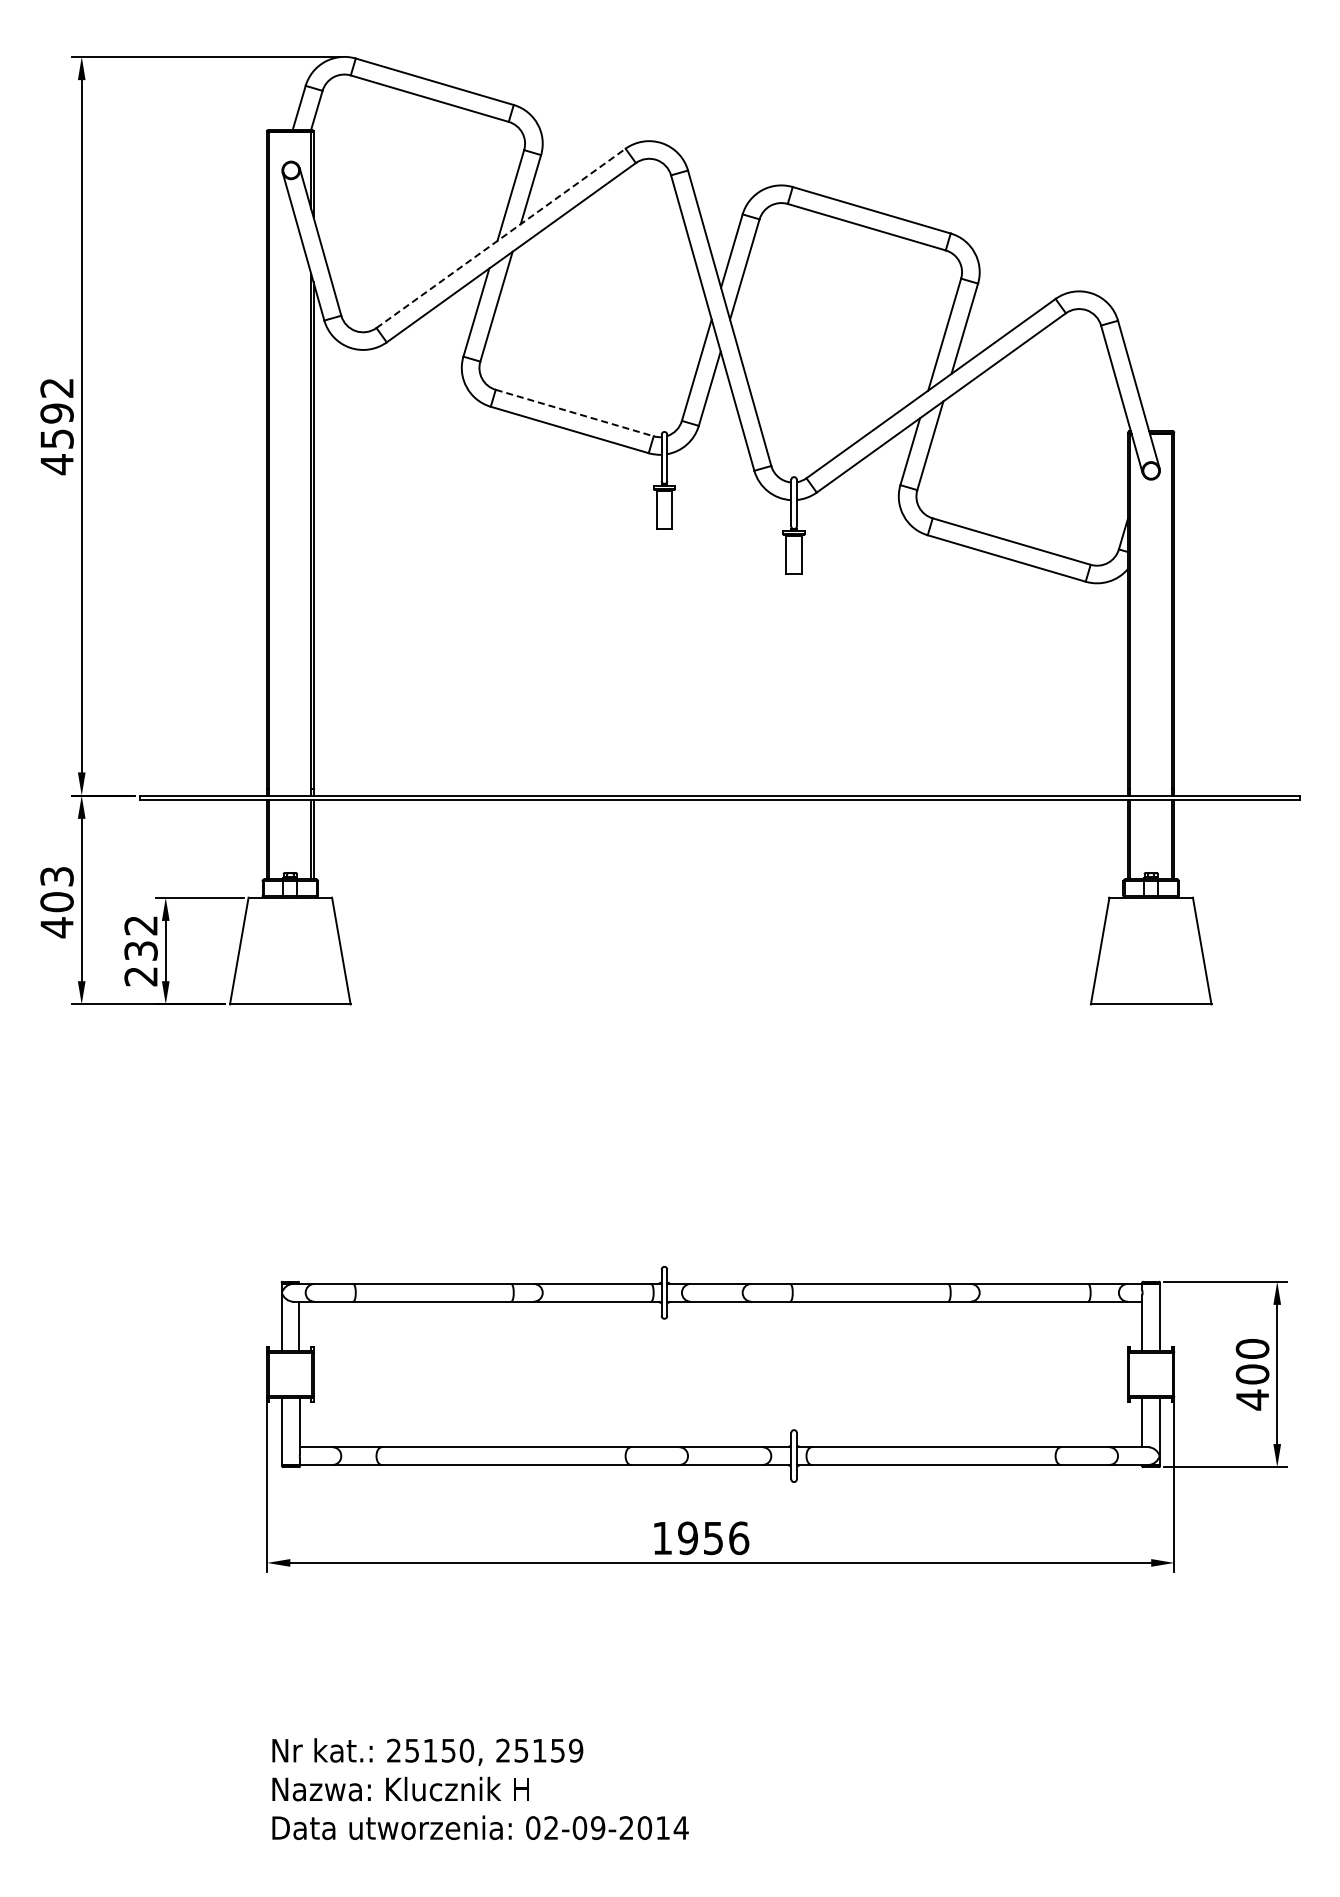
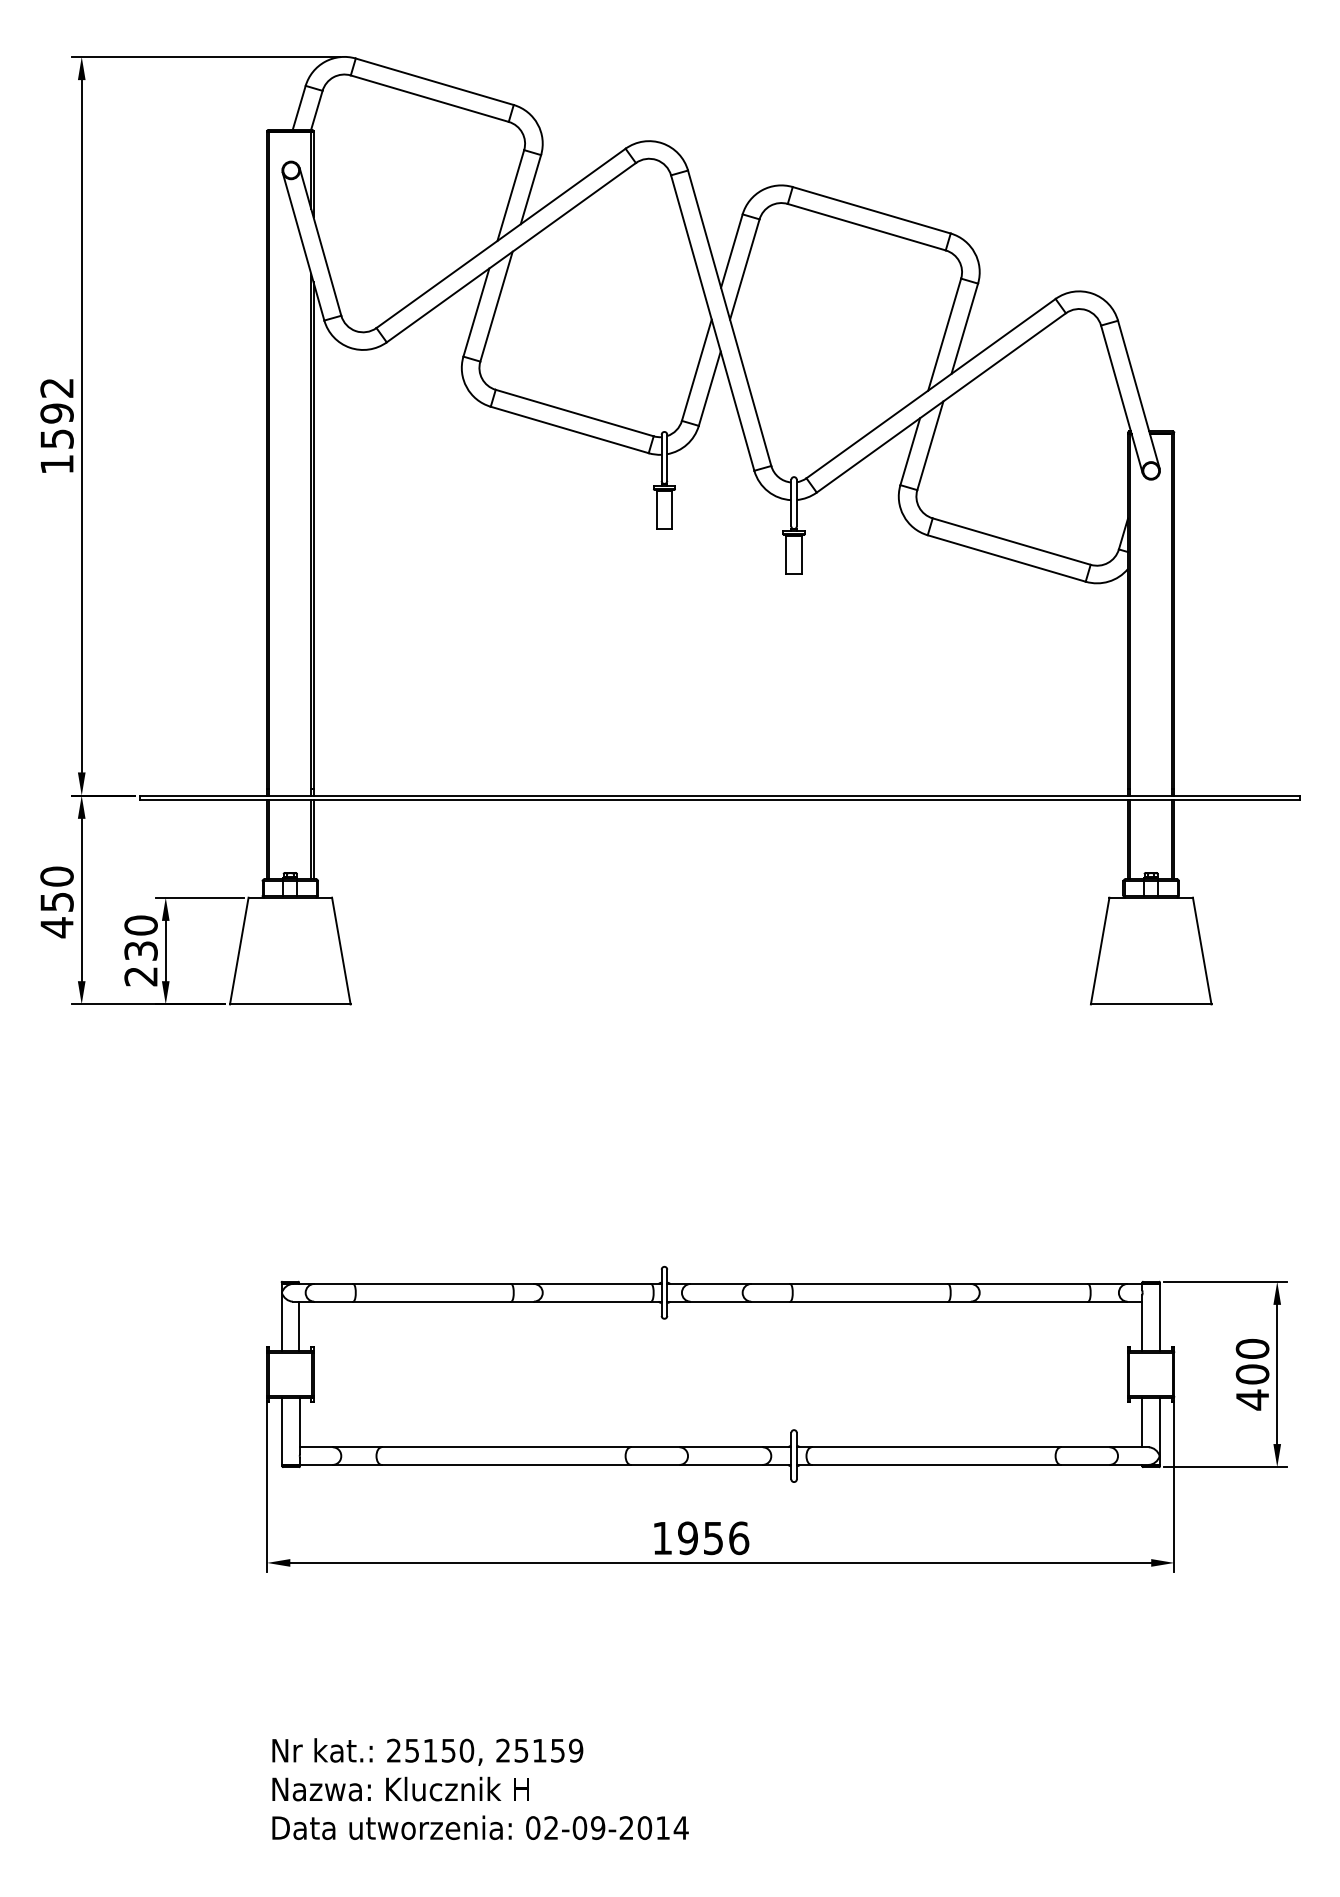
line at (501, 238): dashed -> solid
line at (575, 413): dashed -> solid
text at (56, 464): 4592 -> 1592
text at (56, 889): 403 -> 450
text at (140, 925): 232 -> 230
